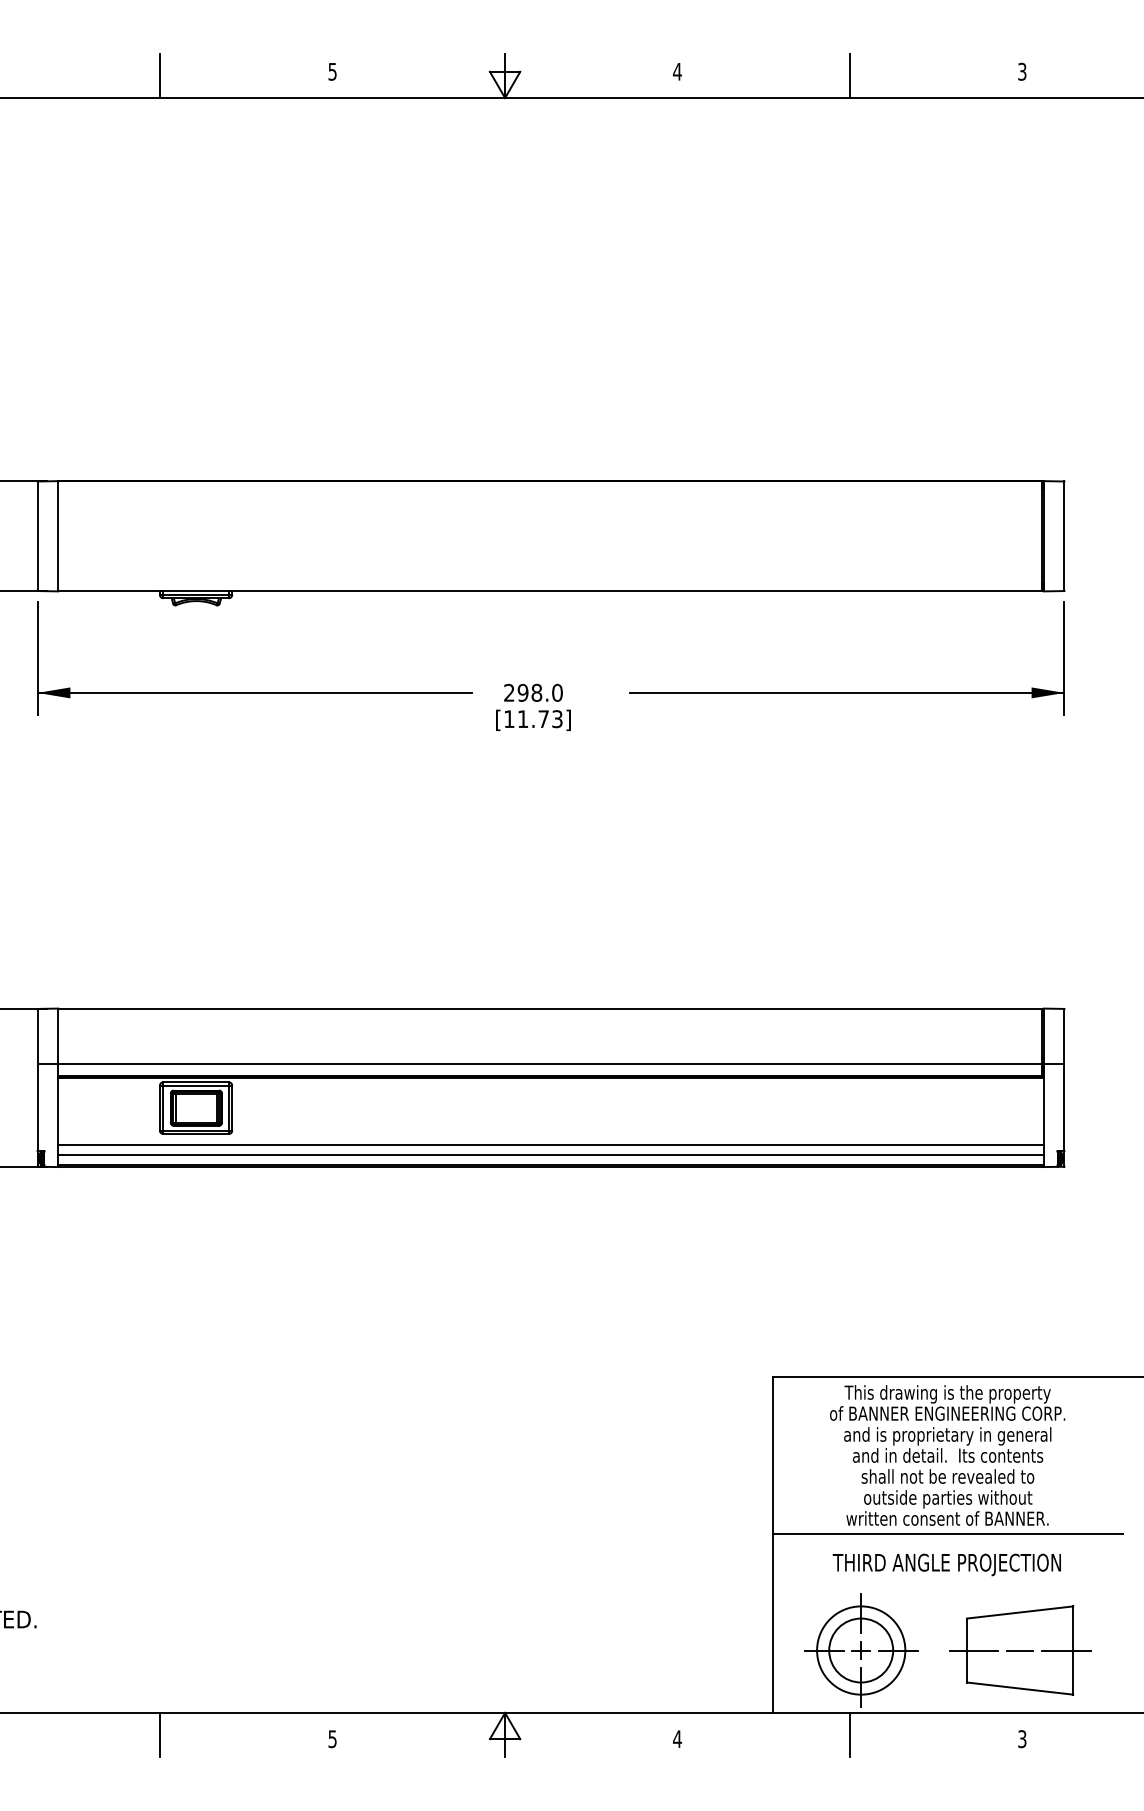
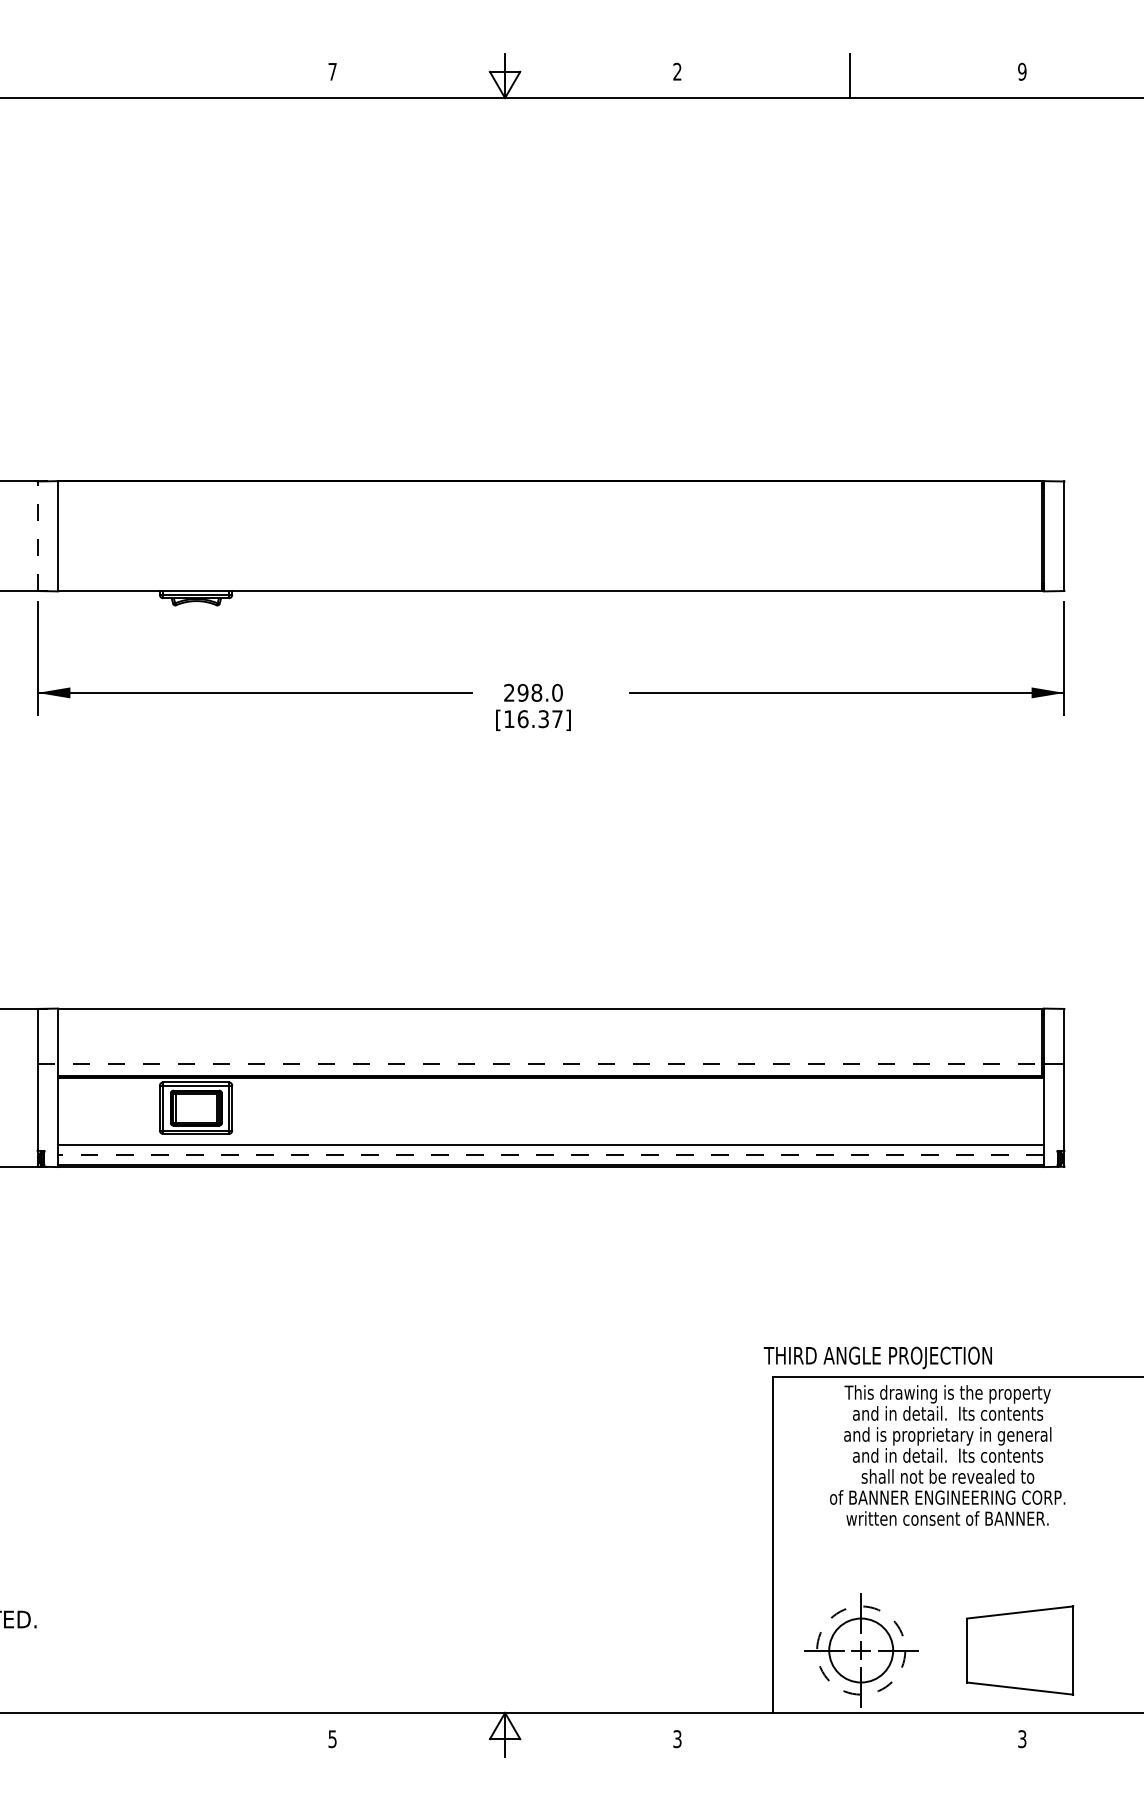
text at (332, 71): 5 -> 7
text at (676, 71): 4 -> 2
text at (1022, 71): 3 -> 9
line at (160, 76): present -> none
line at (37, 536): solid -> dashed
text at (539, 719): [11.73] -> [16.37]
line at (540, 1063): solid -> dashed
line at (551, 1154): solid -> dashed
text at (947, 1413): of BANNER ENGINEERING CORP. -> and in detail.  Its contents
text at (947, 1499): outside parties without -> of BANNER ENGINEERING CORP.
line at (947, 1534): present -> none
text at (946, 1564) position: (946, 1564) -> (877, 1357)
circle at (861, 1650): solid -> dashed
line at (973, 1650): present -> none
line at (1019, 1650): present -> none
line at (1066, 1650): present -> none
line at (160, 1734): present -> none
line at (849, 1734): present -> none
text at (676, 1739): 4 -> 3
